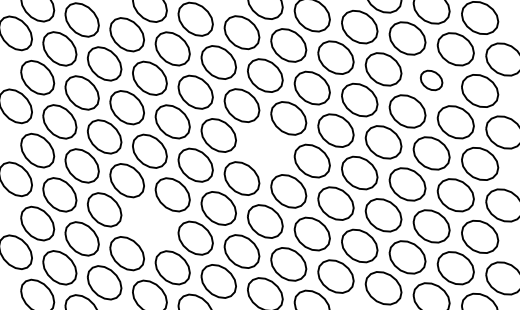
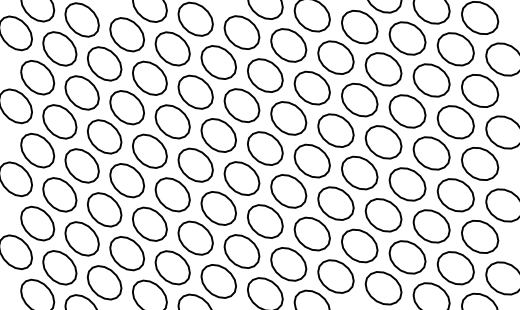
part at (431, 80) size: 24x23 px -> 39x35 px
part at (265, 148): none -> present
part at (149, 223): none -> present
